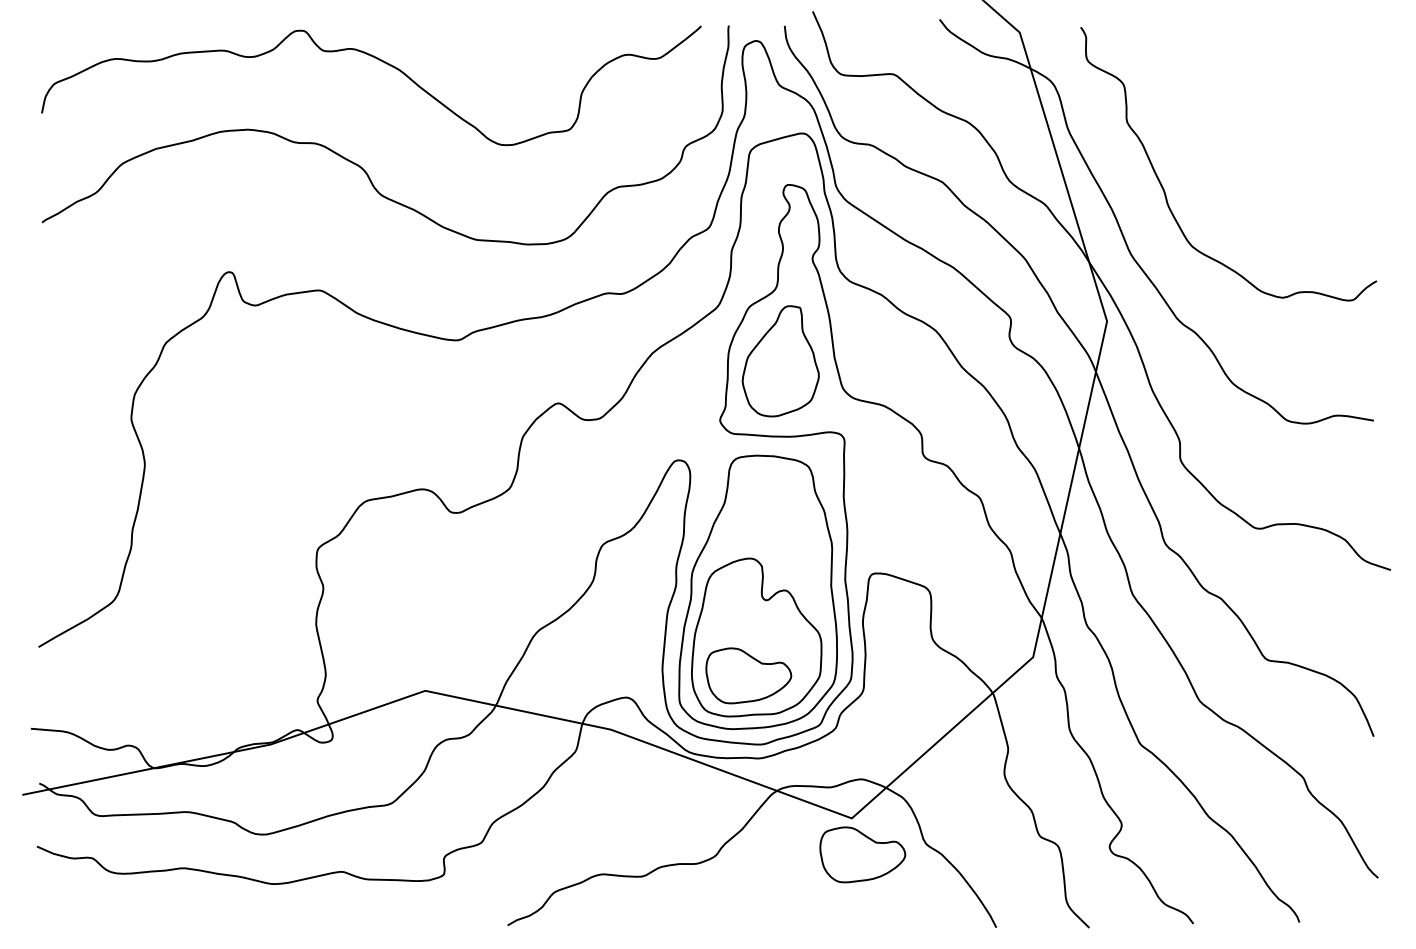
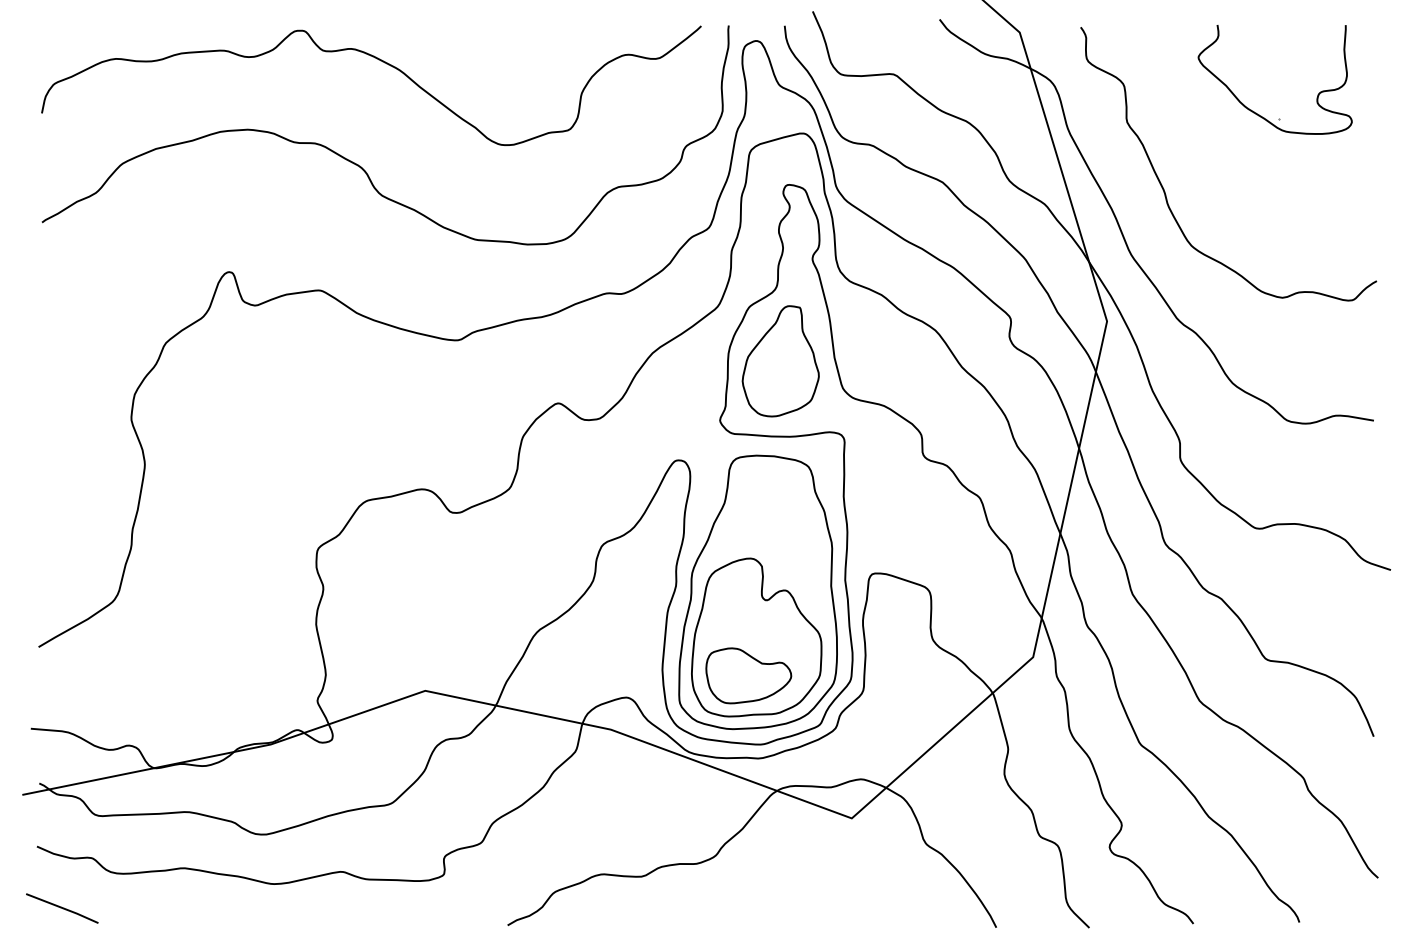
part at (1256, 112): none -> present
part at (862, 854): present -> none
line at (62, 908): none -> present
